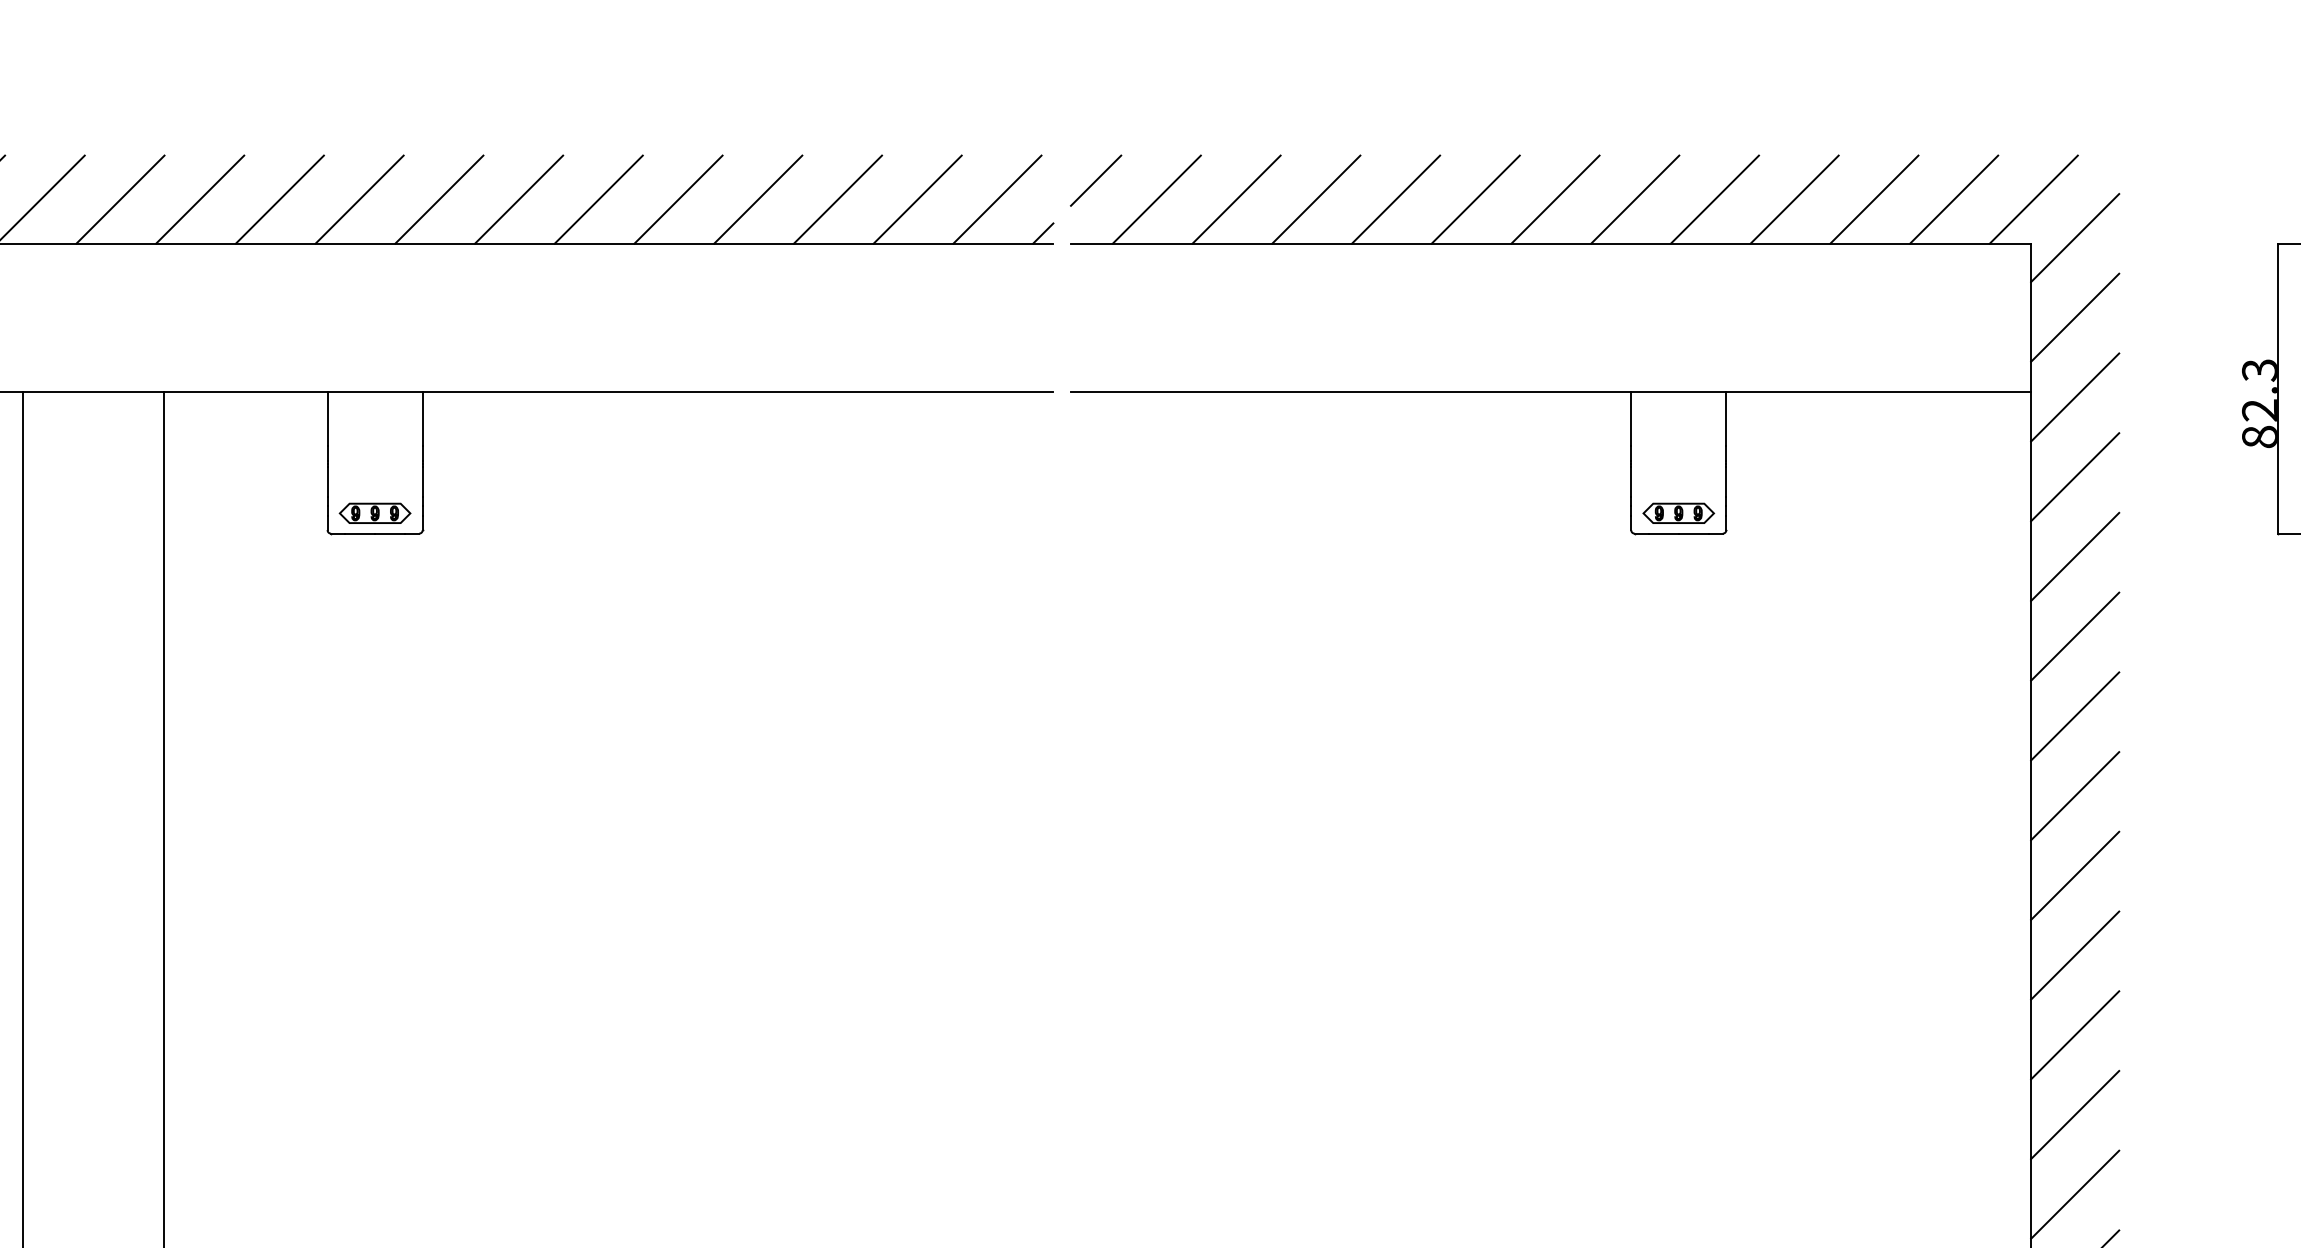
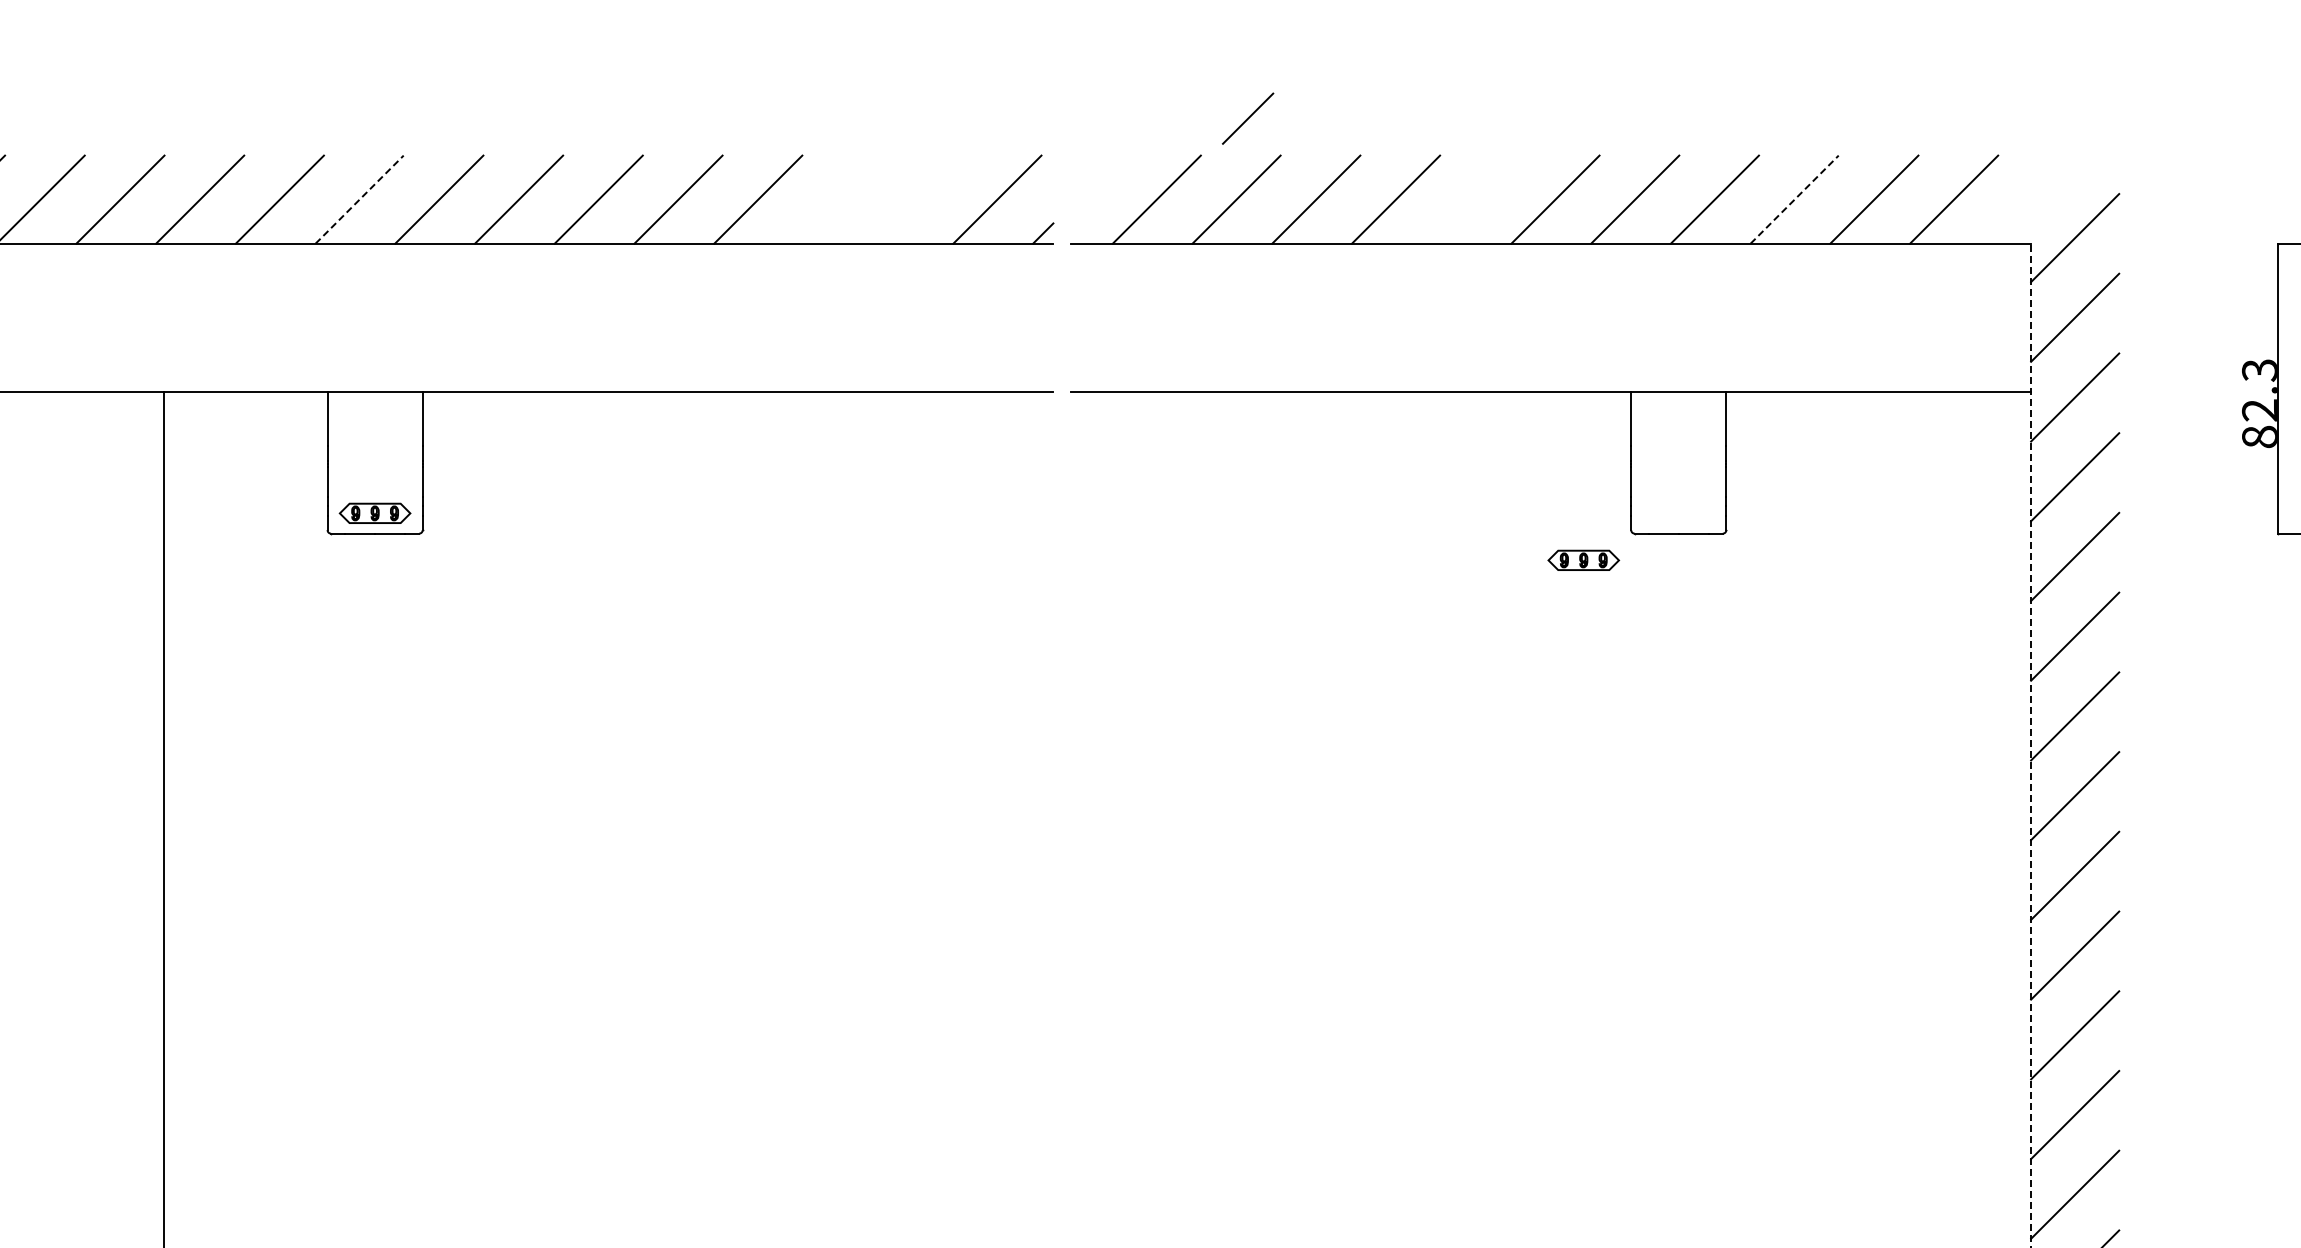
line at (1096, 180) position: (1096, 180) -> (1248, 118)
line at (359, 199): solid -> dashed
line at (837, 199): present -> none
line at (917, 199): present -> none
line at (1475, 199): present -> none
line at (1795, 199): solid -> dashed
line at (2033, 199): present -> none
part at (1678, 512) position: (1678, 512) -> (1583, 559)
line at (2031, 745): solid -> dashed
line at (22, 817): present -> none
